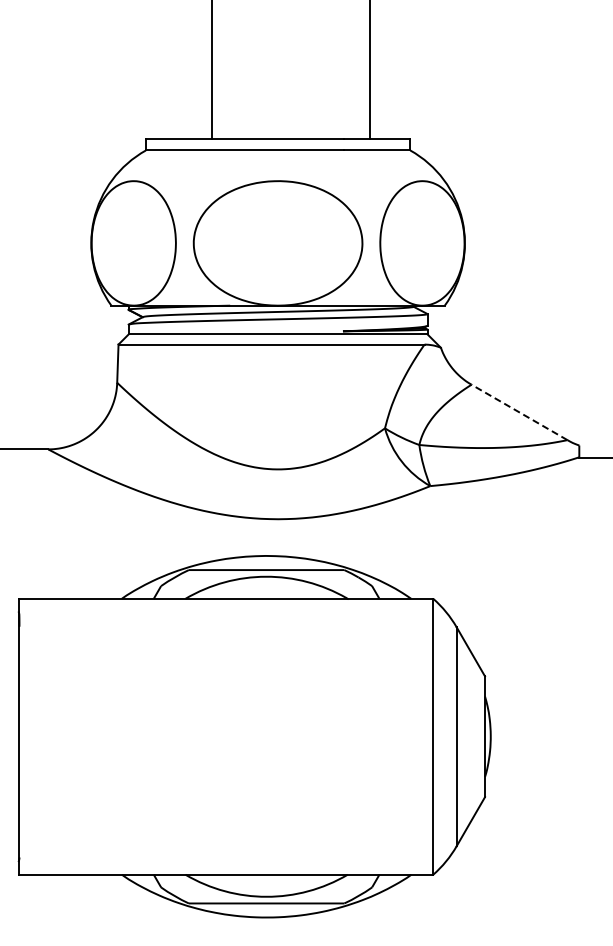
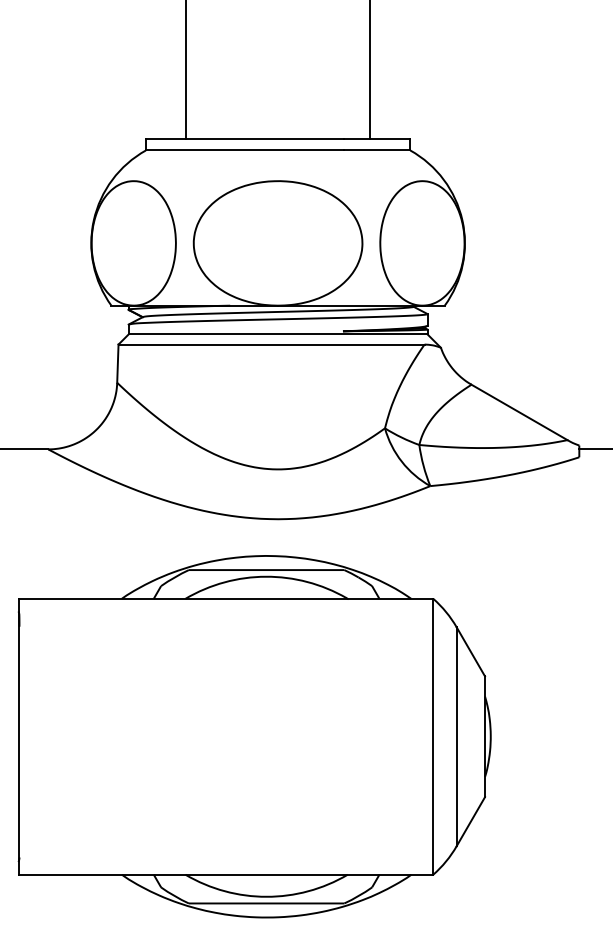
line at (212, 70) position: (212, 70) -> (186, 70)
line at (519, 412): dashed -> solid
line at (594, 458) position: (594, 458) -> (594, 449)
